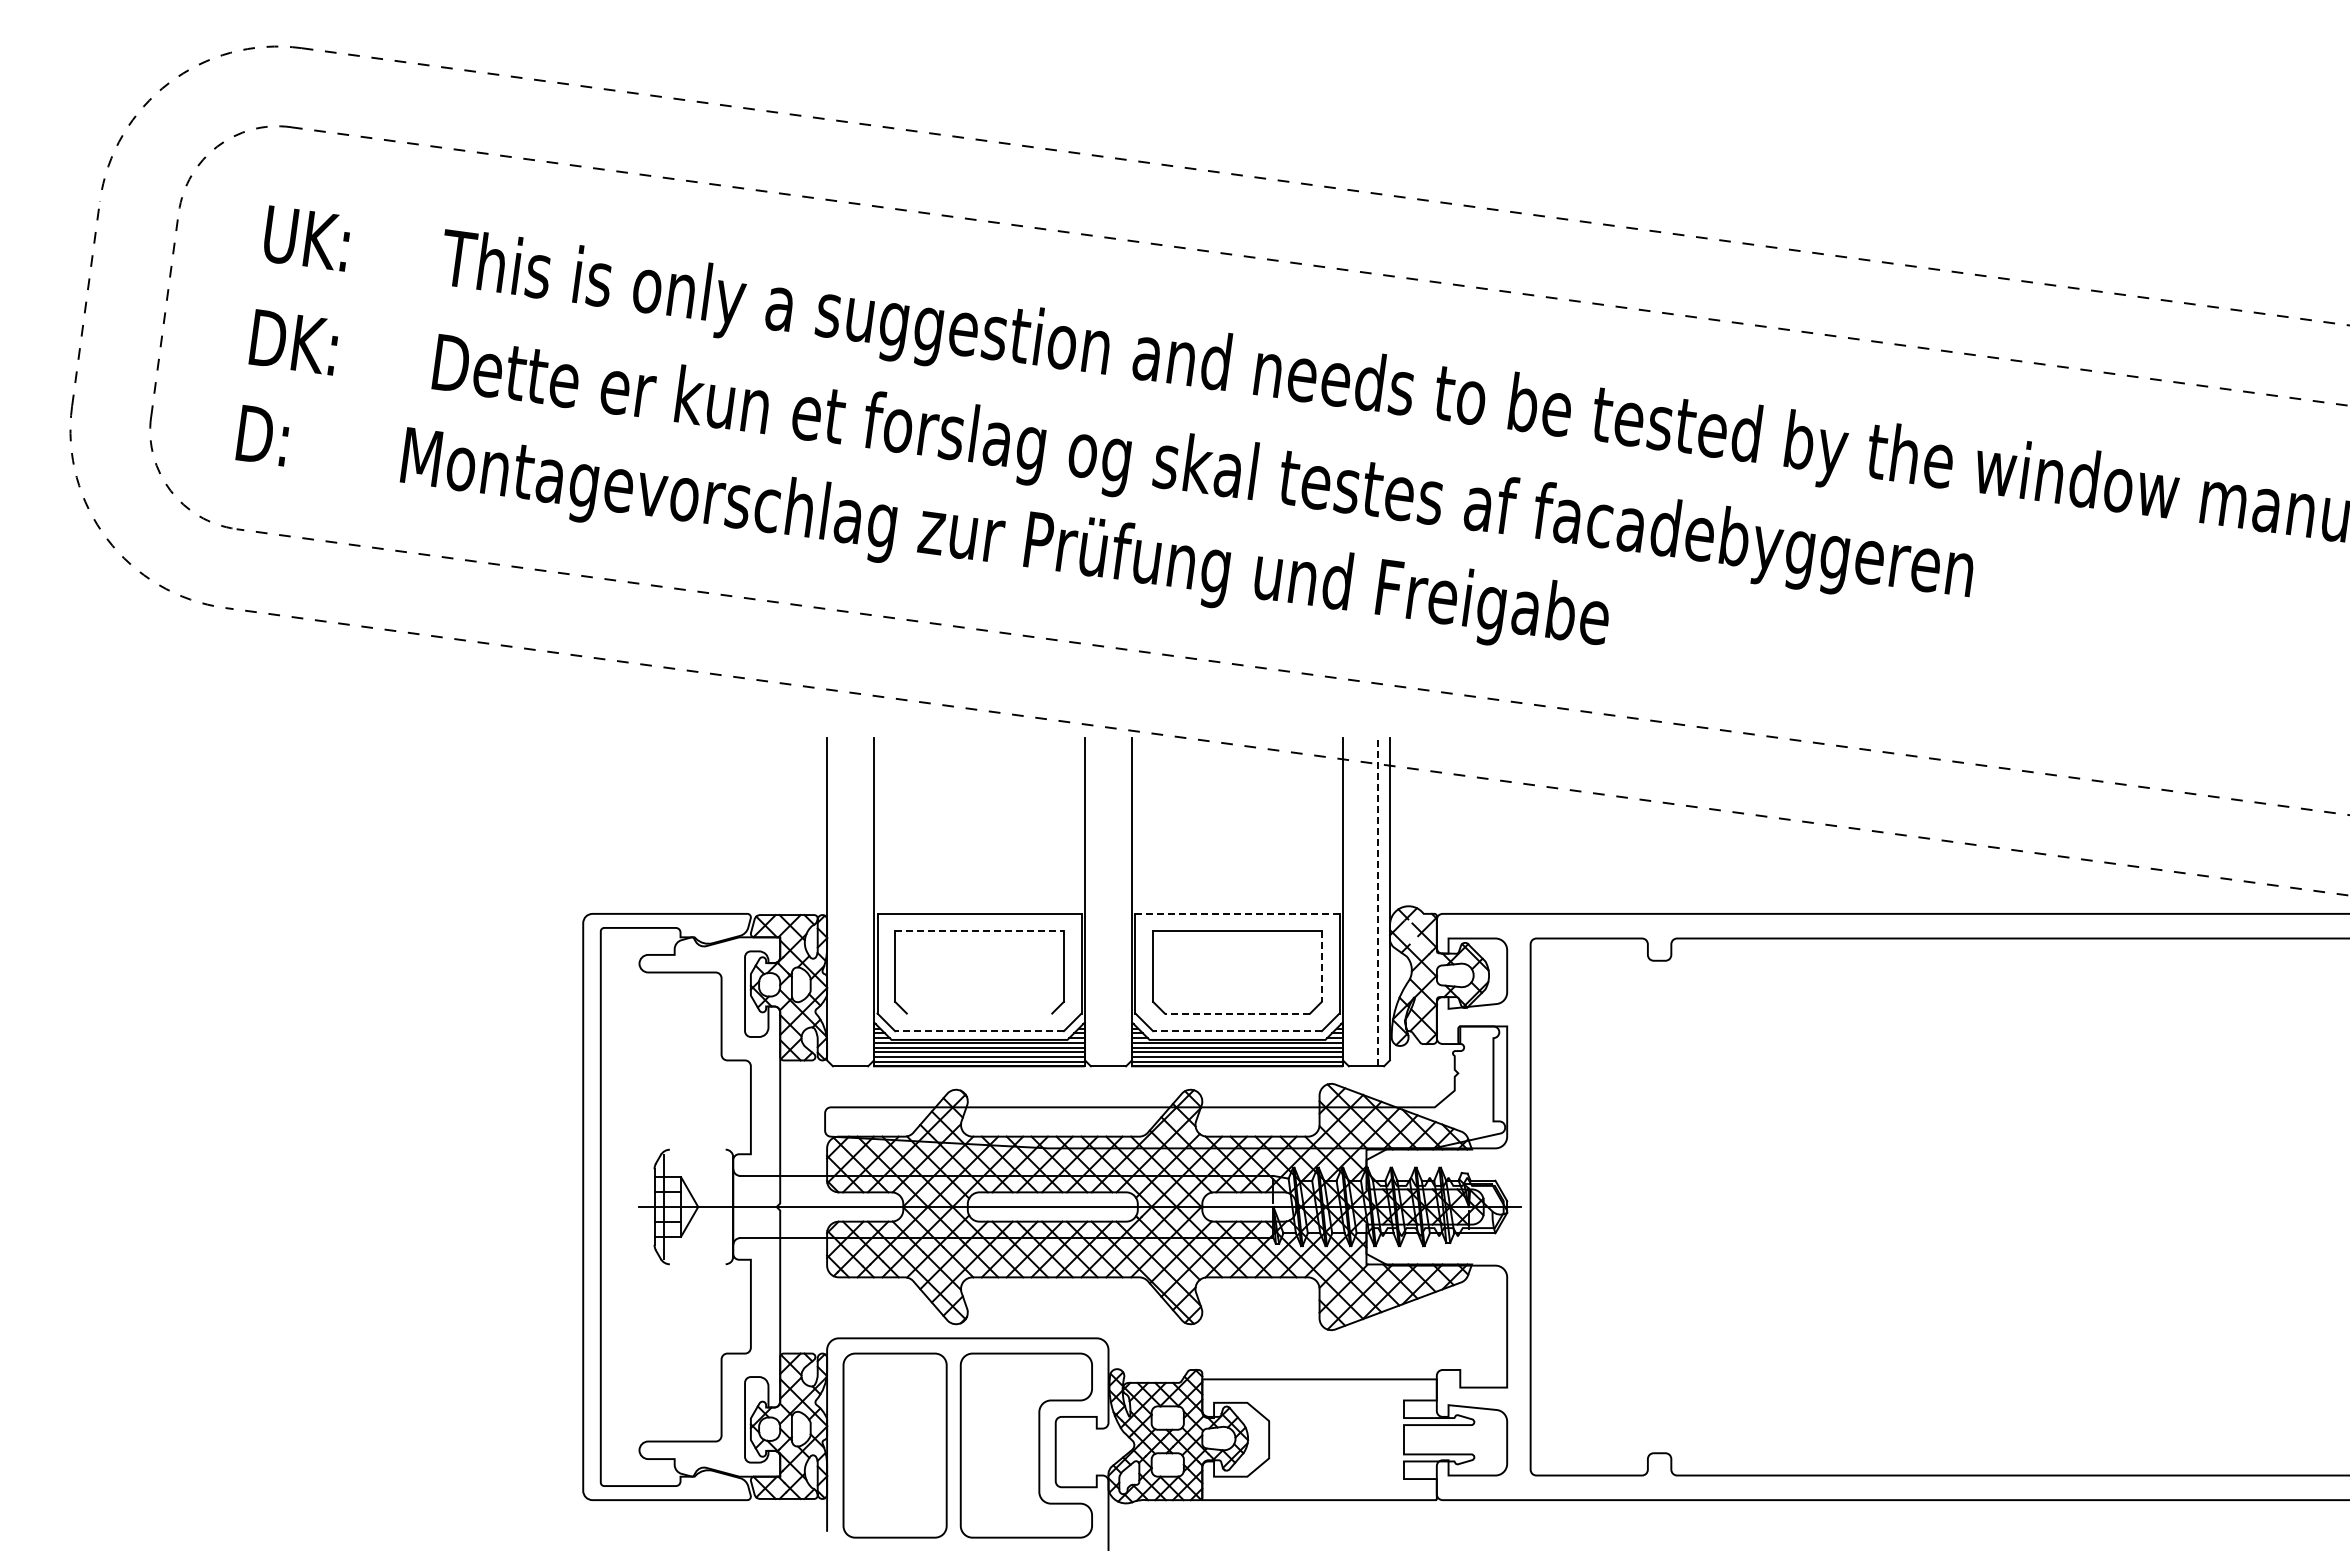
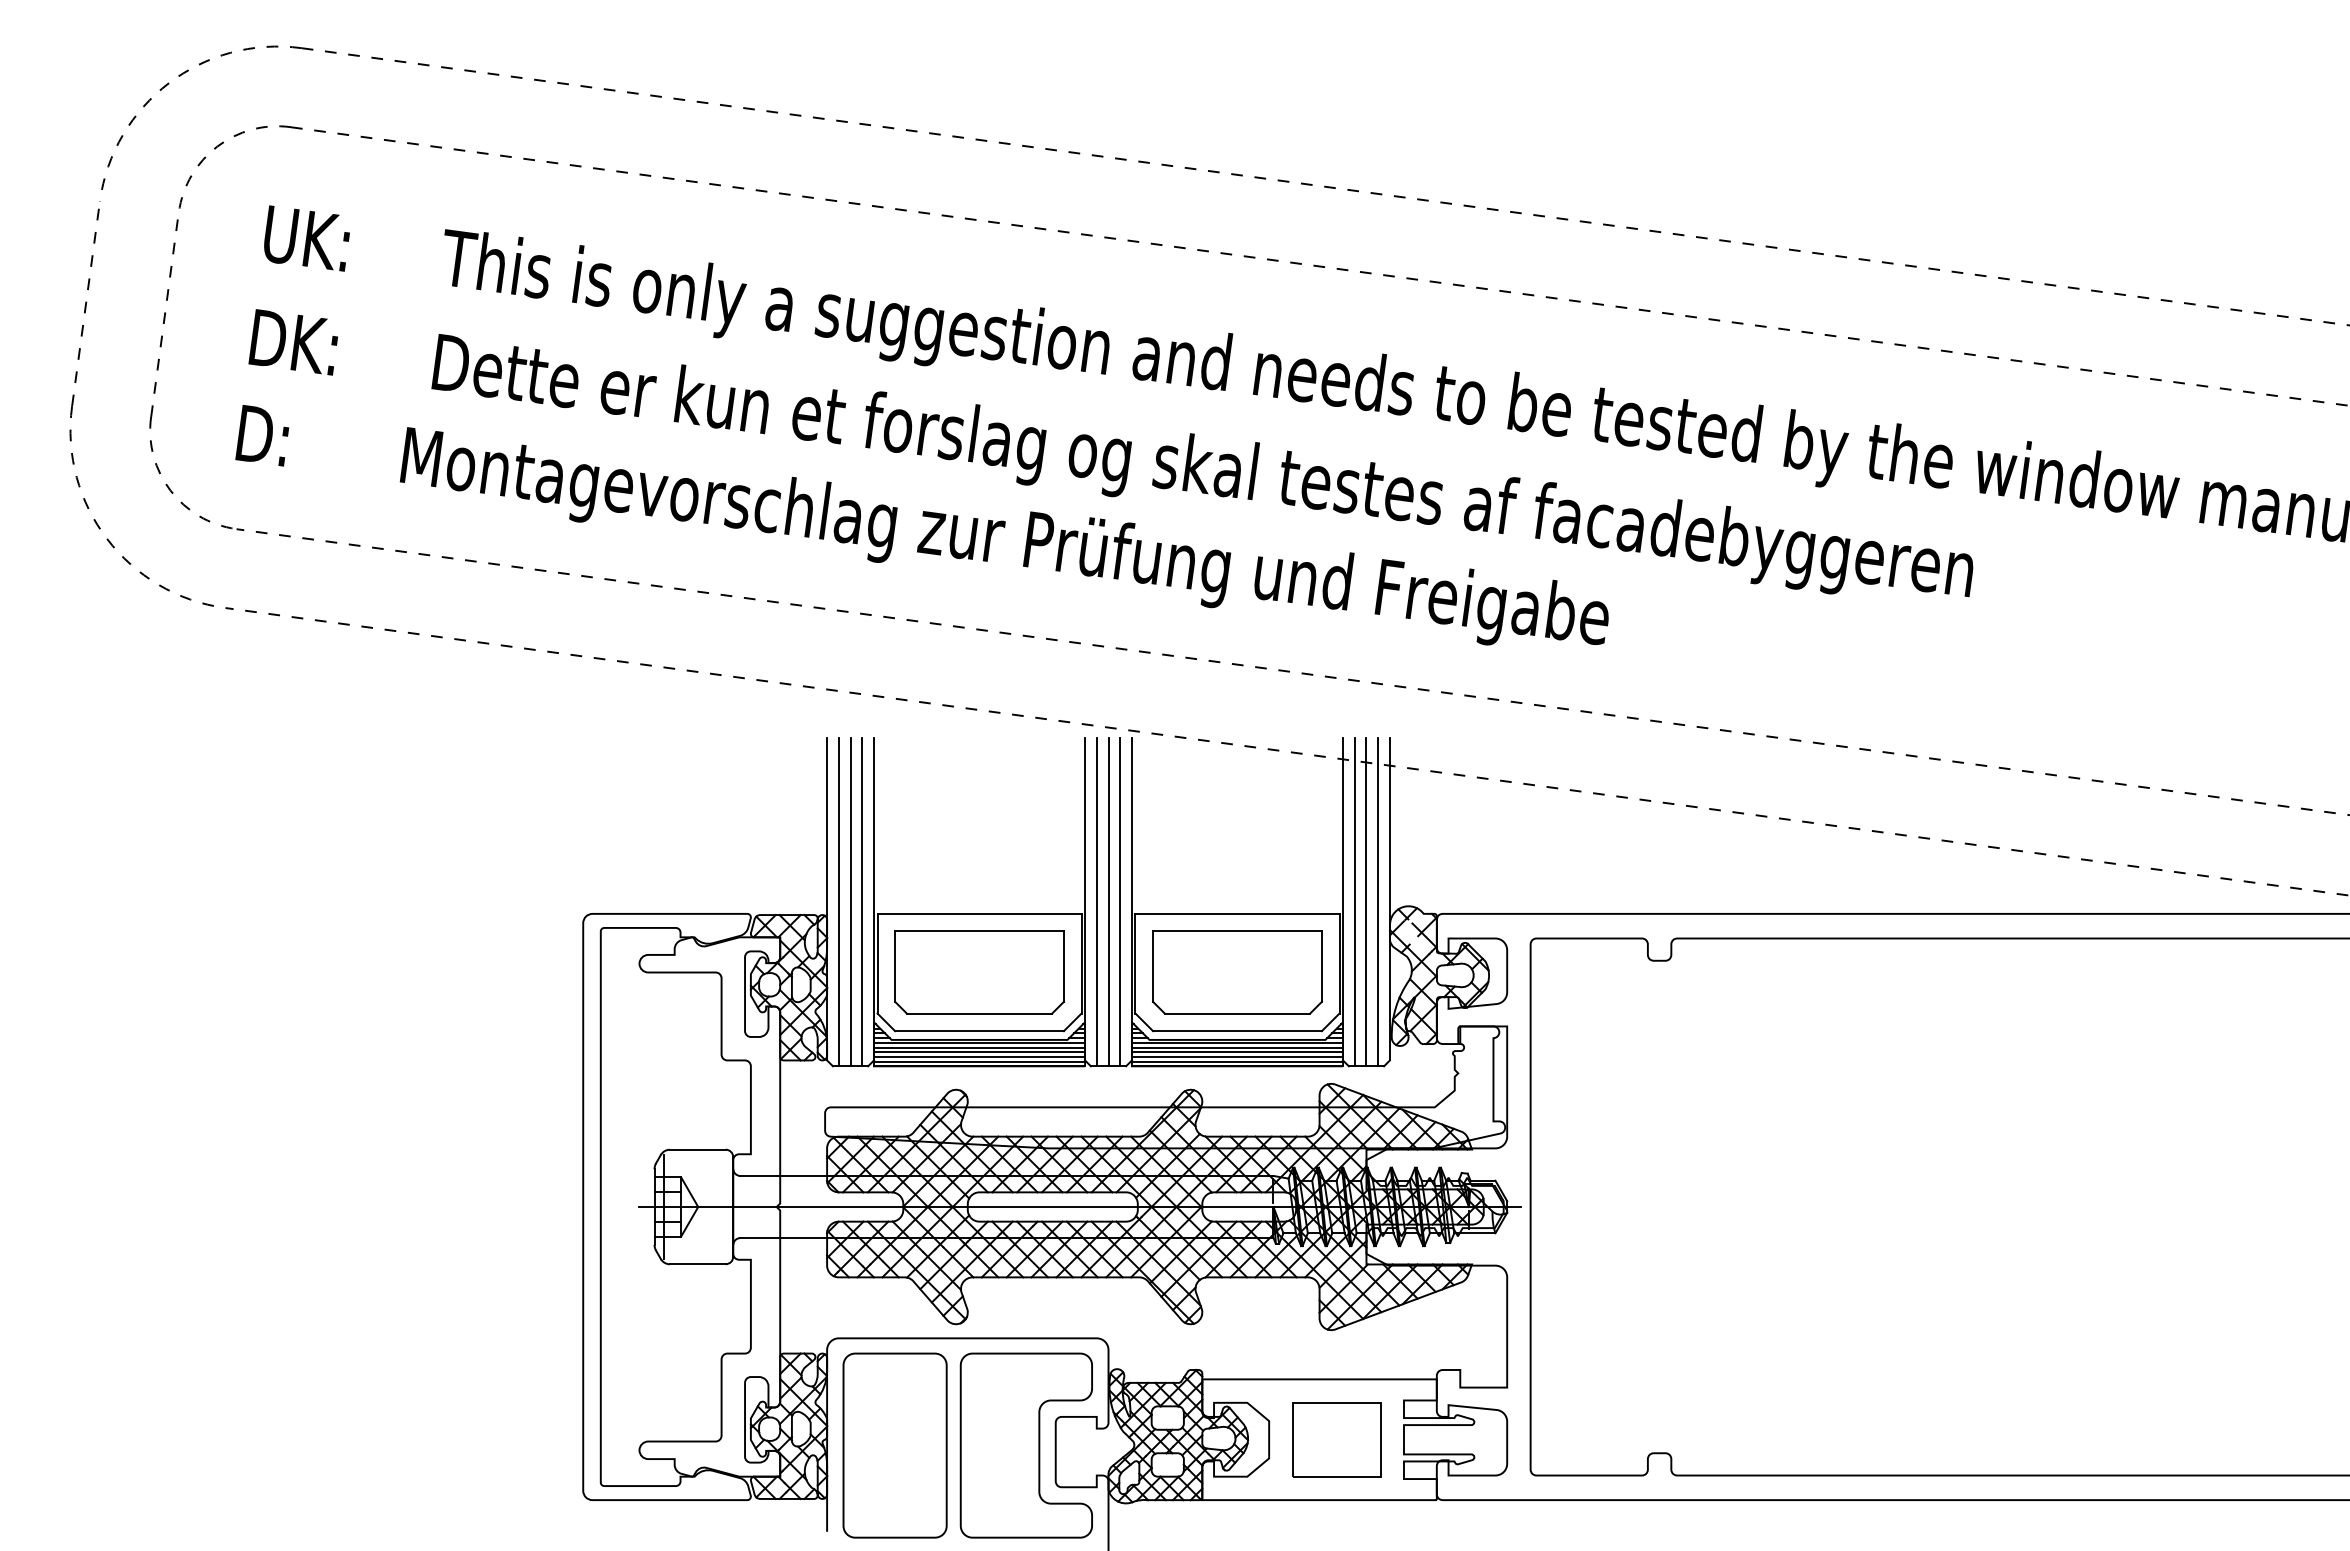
line at (838, 901): none -> present
line at (850, 901): none -> present
line at (862, 901): none -> present
line at (1096, 901): none -> present
line at (1108, 901): none -> present
line at (1120, 901): none -> present
line at (1354, 901): none -> present
line at (1366, 901): none -> present
line at (1378, 901): dashed -> solid
line at (1237, 913): dashed -> solid
line at (980, 931): dashed -> solid
line at (1321, 967): dashed -> solid
line at (979, 1013): none -> present
line at (1237, 1013): dashed -> solid
line at (979, 1031): dashed -> solid
line at (1236, 1031): dashed -> solid
line at (697, 1149): none -> present
line at (697, 1264): none -> present
part at (1336, 1439): none -> present
